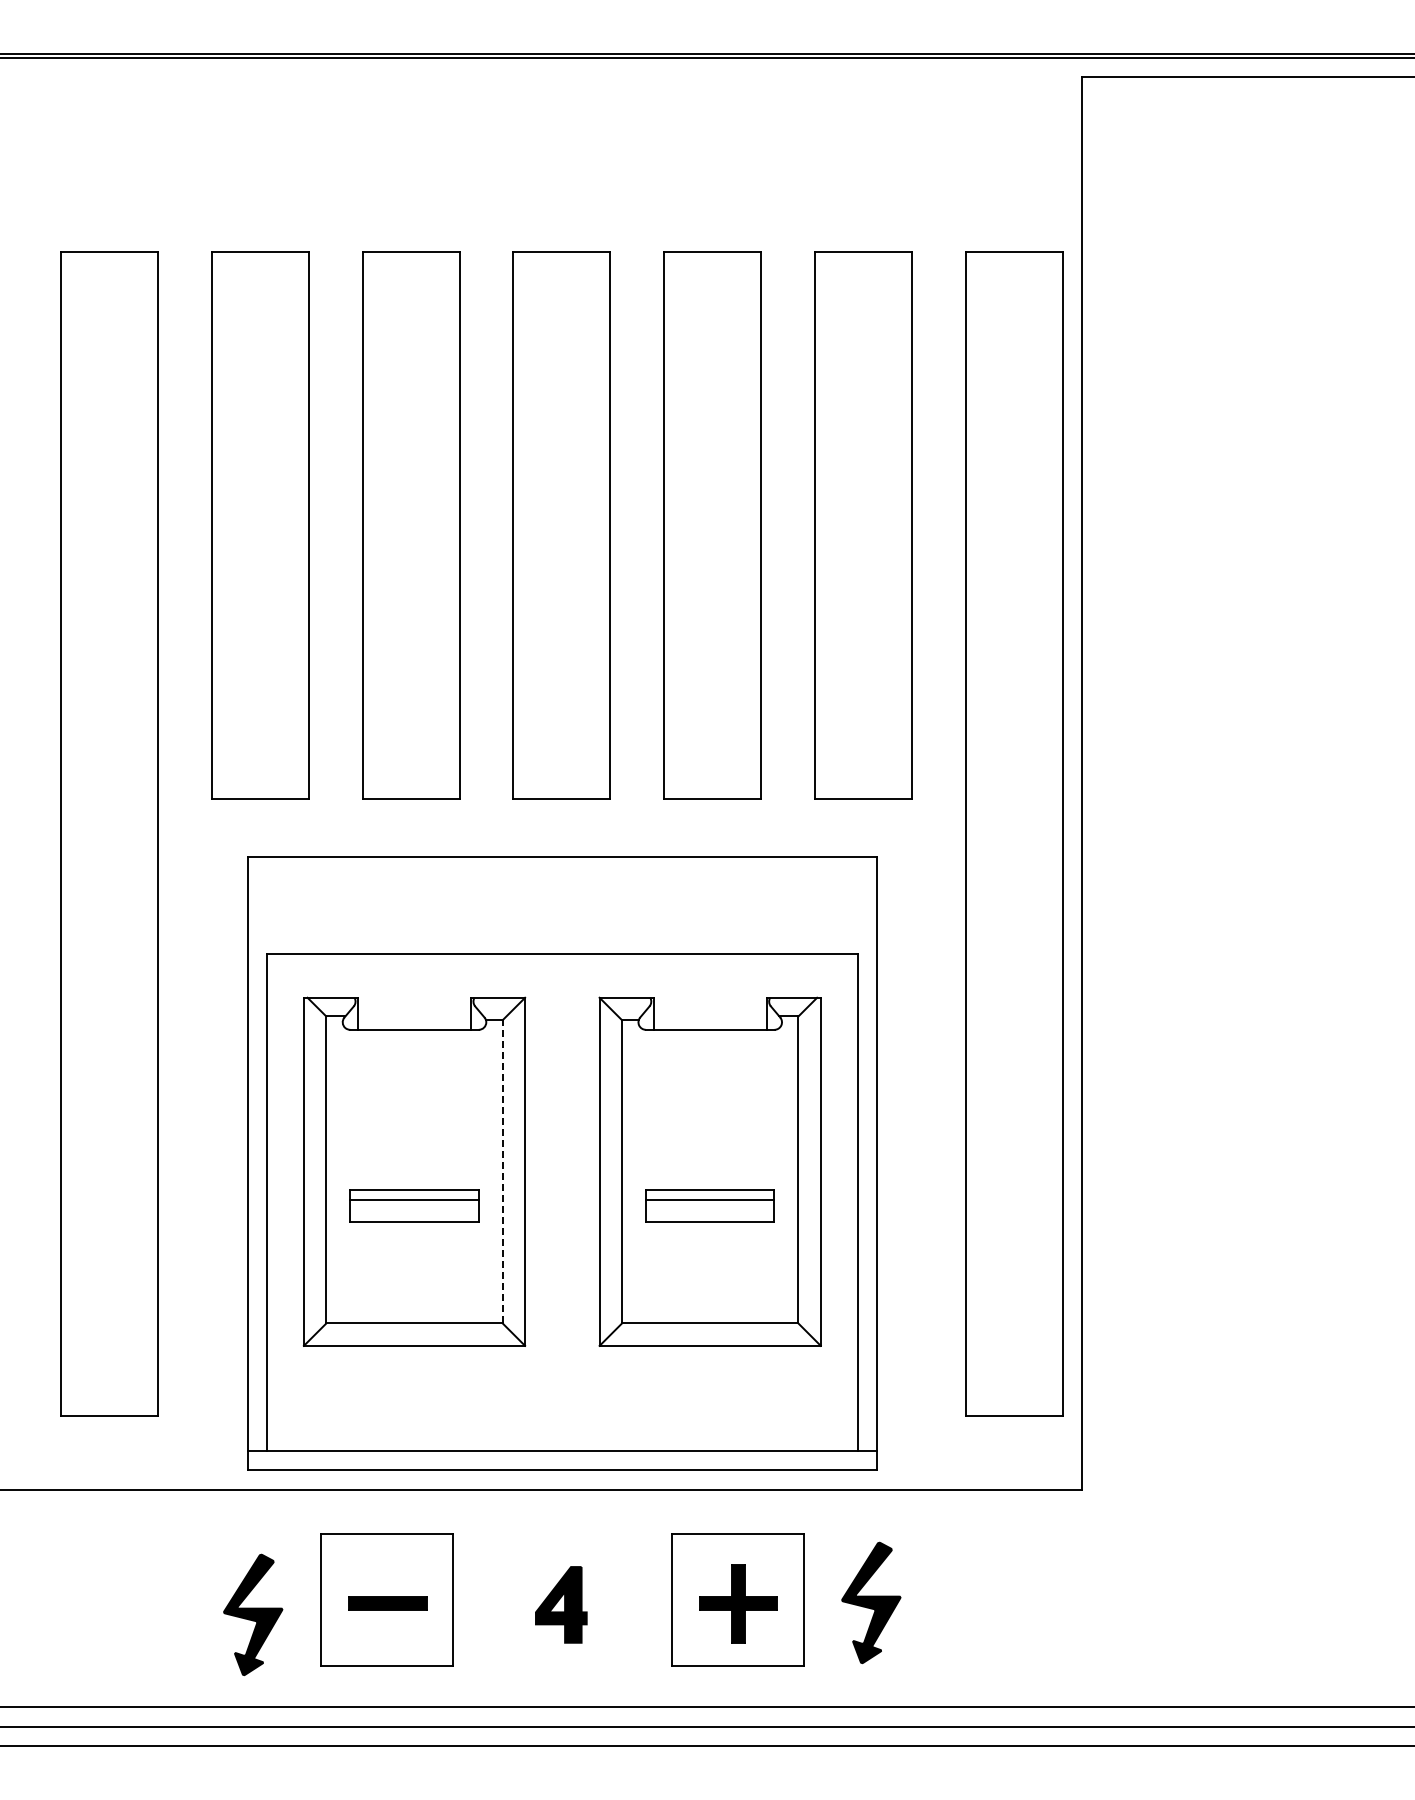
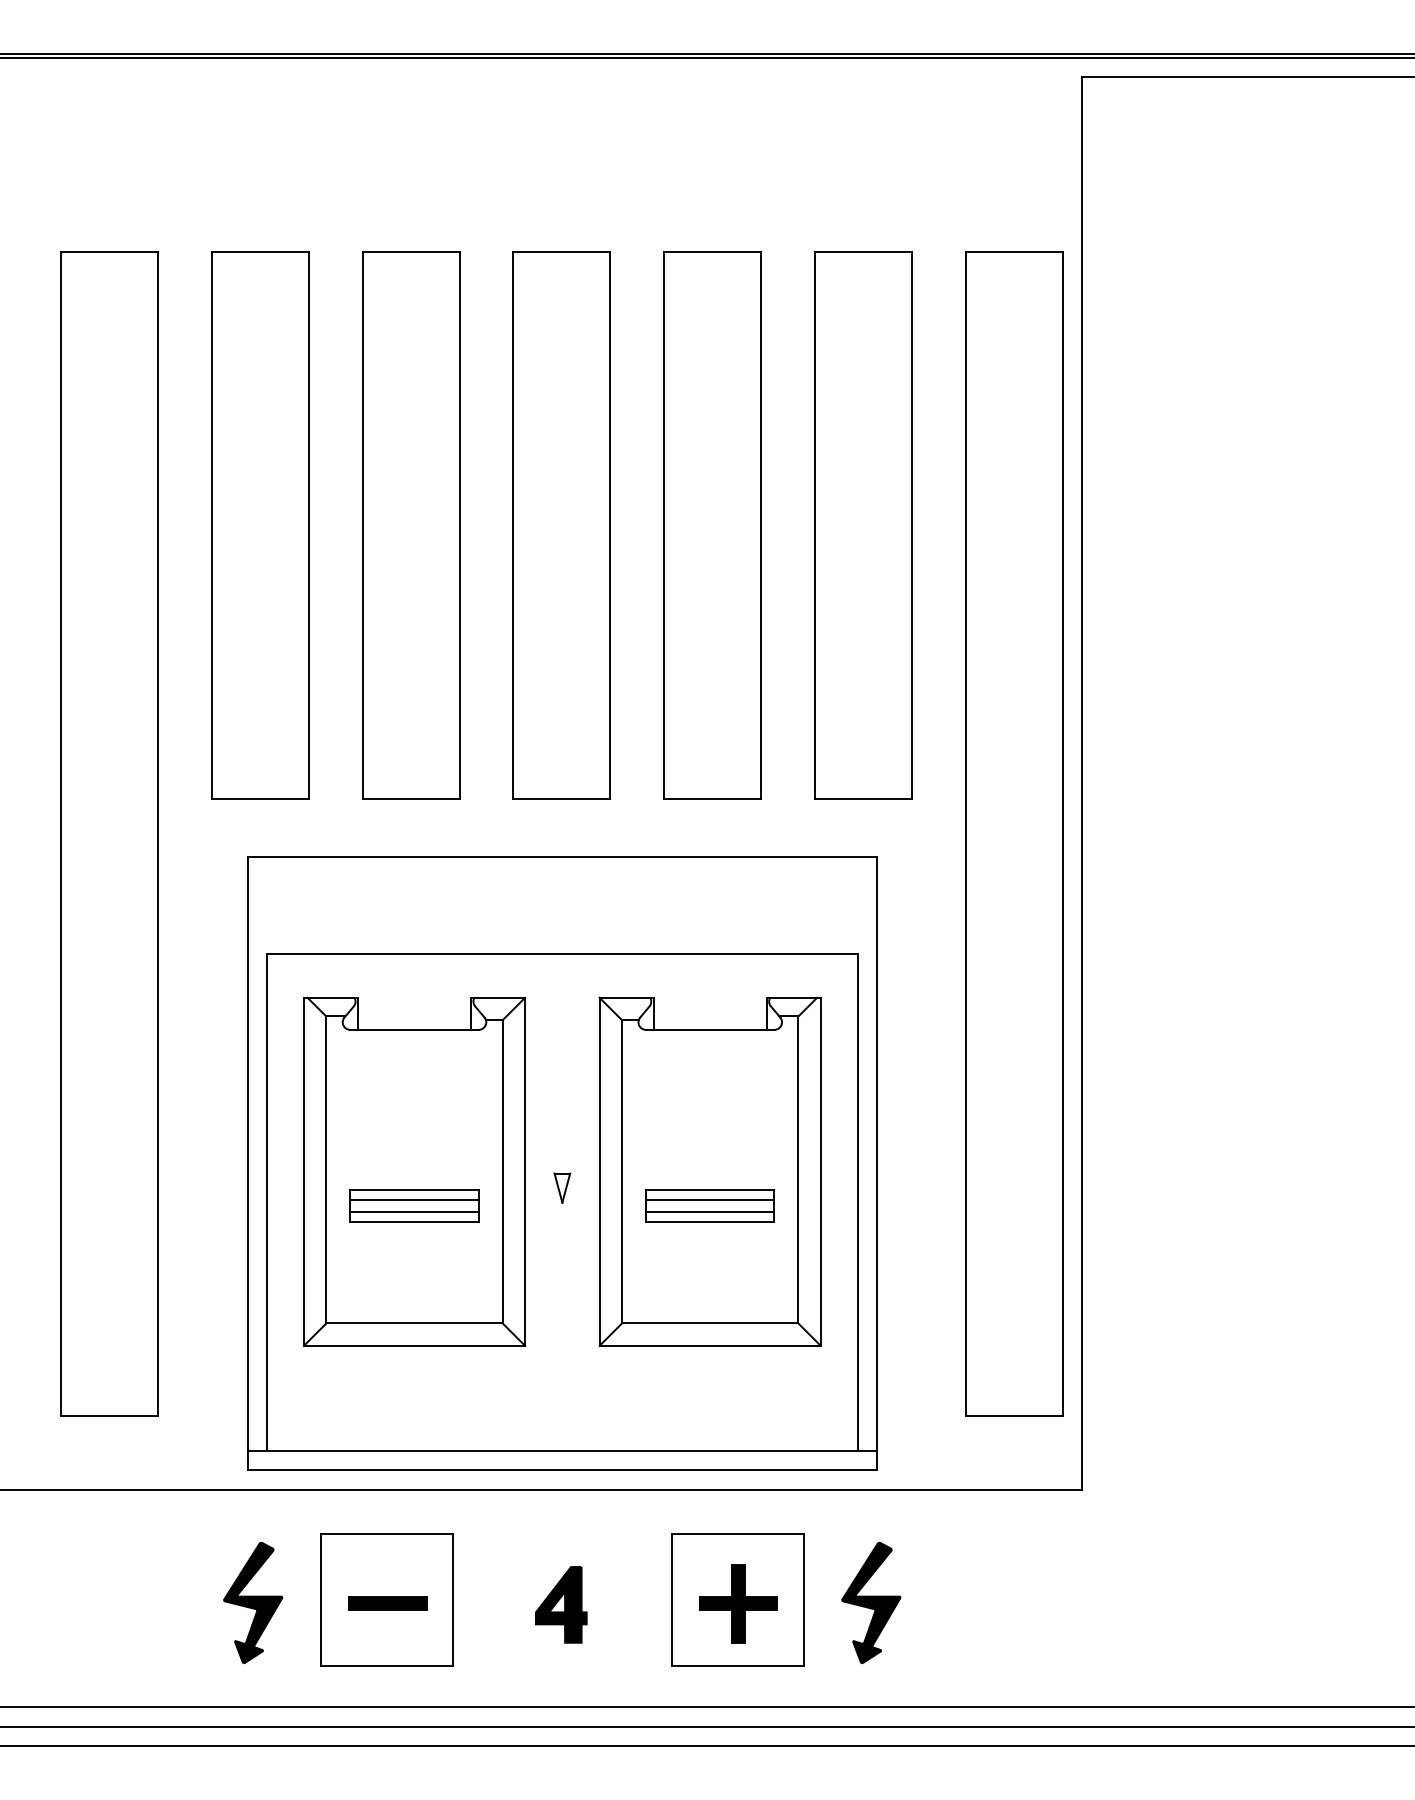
line at (502, 1171): dashed -> solid
part at (562, 1187): none -> present
line at (414, 1211): none -> present
line at (710, 1211): none -> present
part at (253, 1614) position: (253, 1614) -> (253, 1602)
